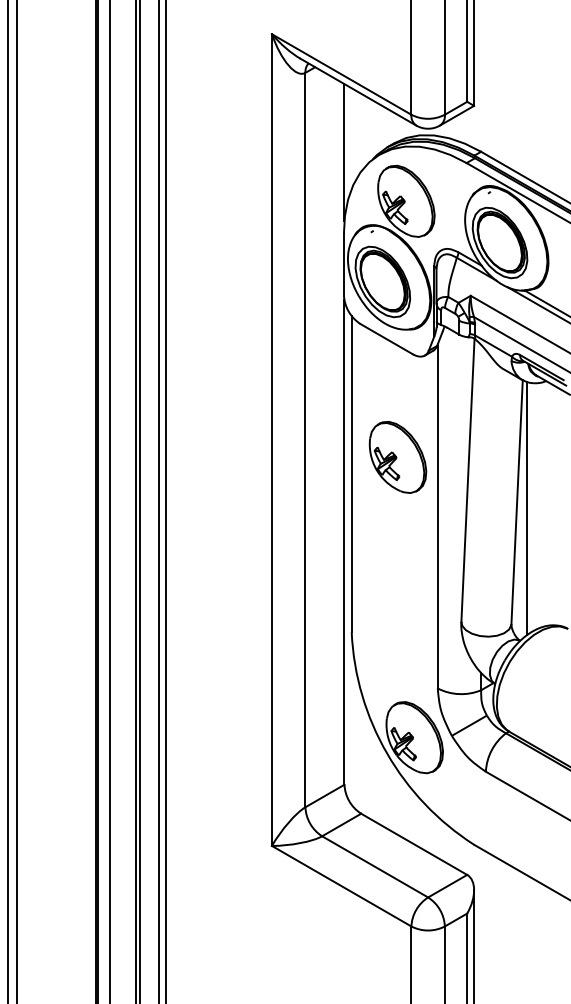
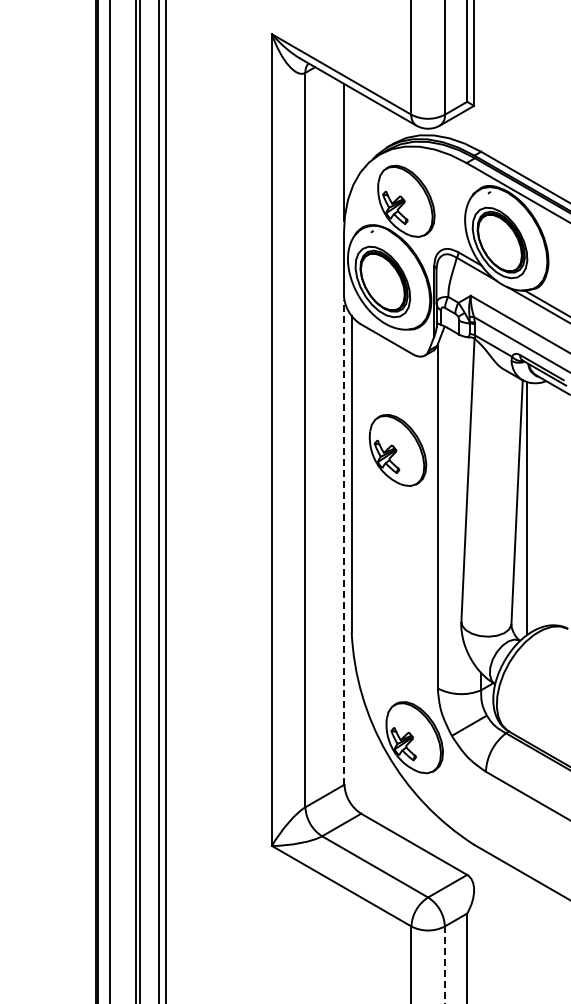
part at (397, 457) position: (397, 457) -> (397, 450)
line at (8, 501): present -> none
line at (17, 501): present -> none
line at (344, 542): solid -> dashed
line at (474, 945): present -> none
line at (444, 965): solid -> dashed
